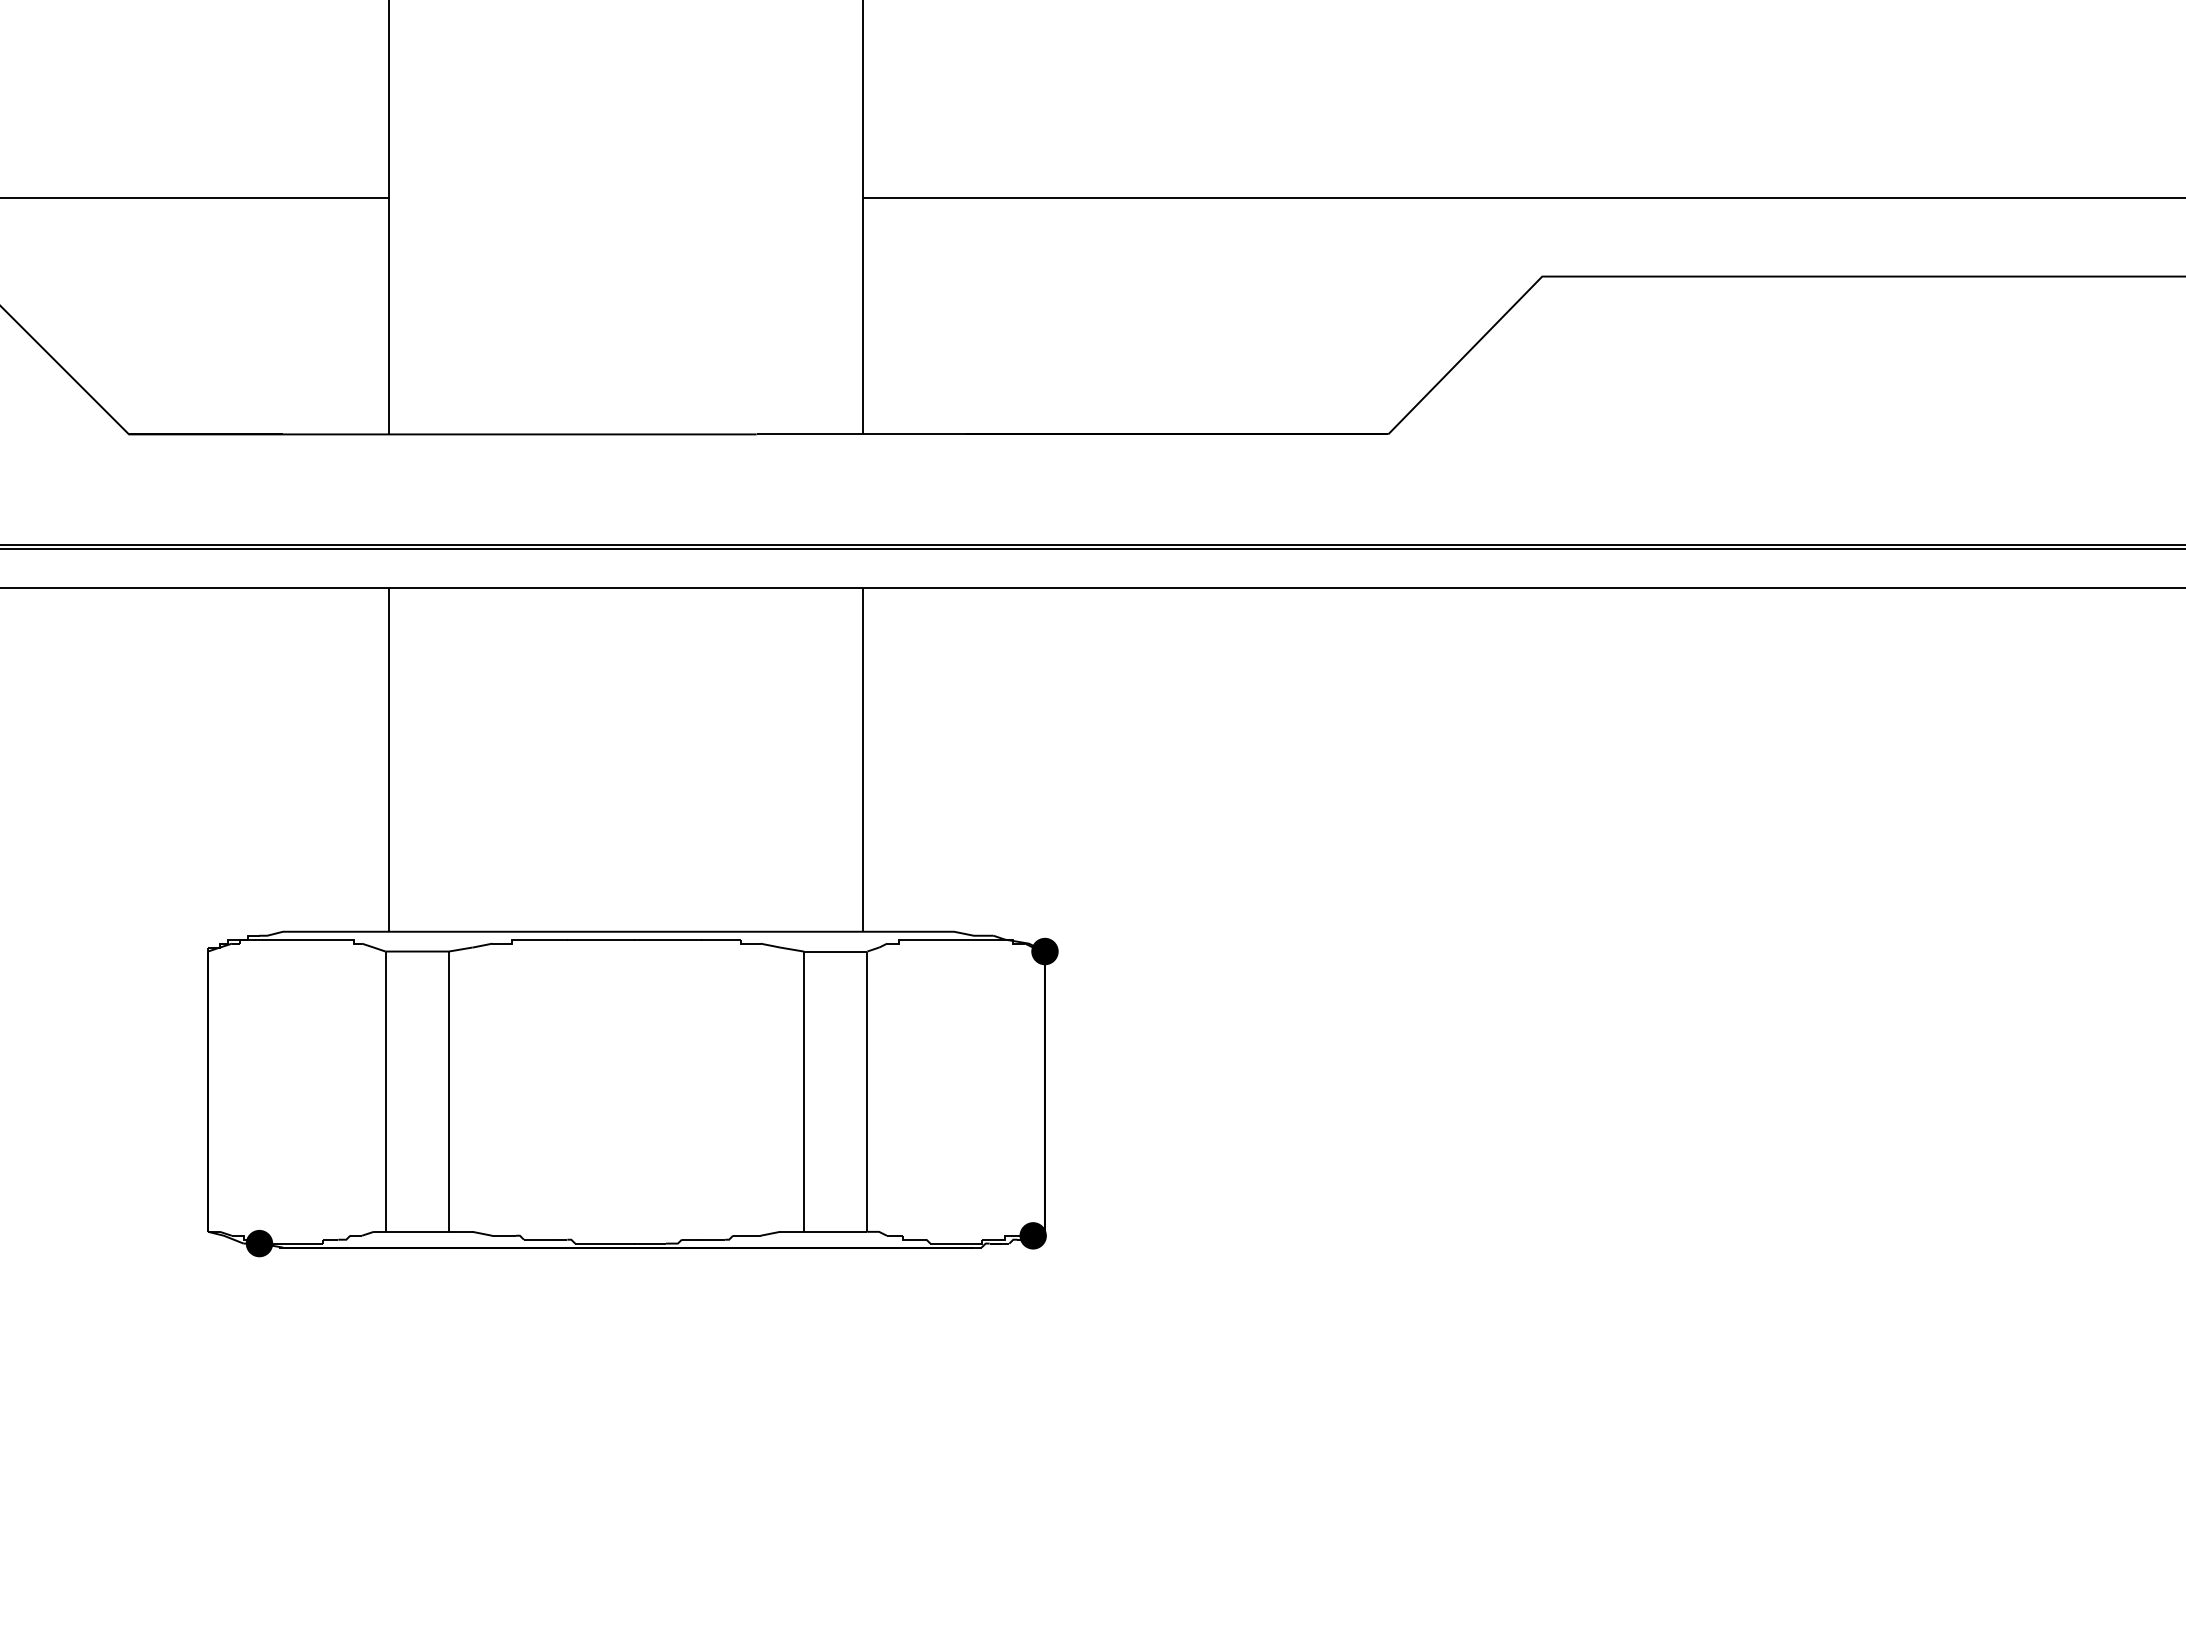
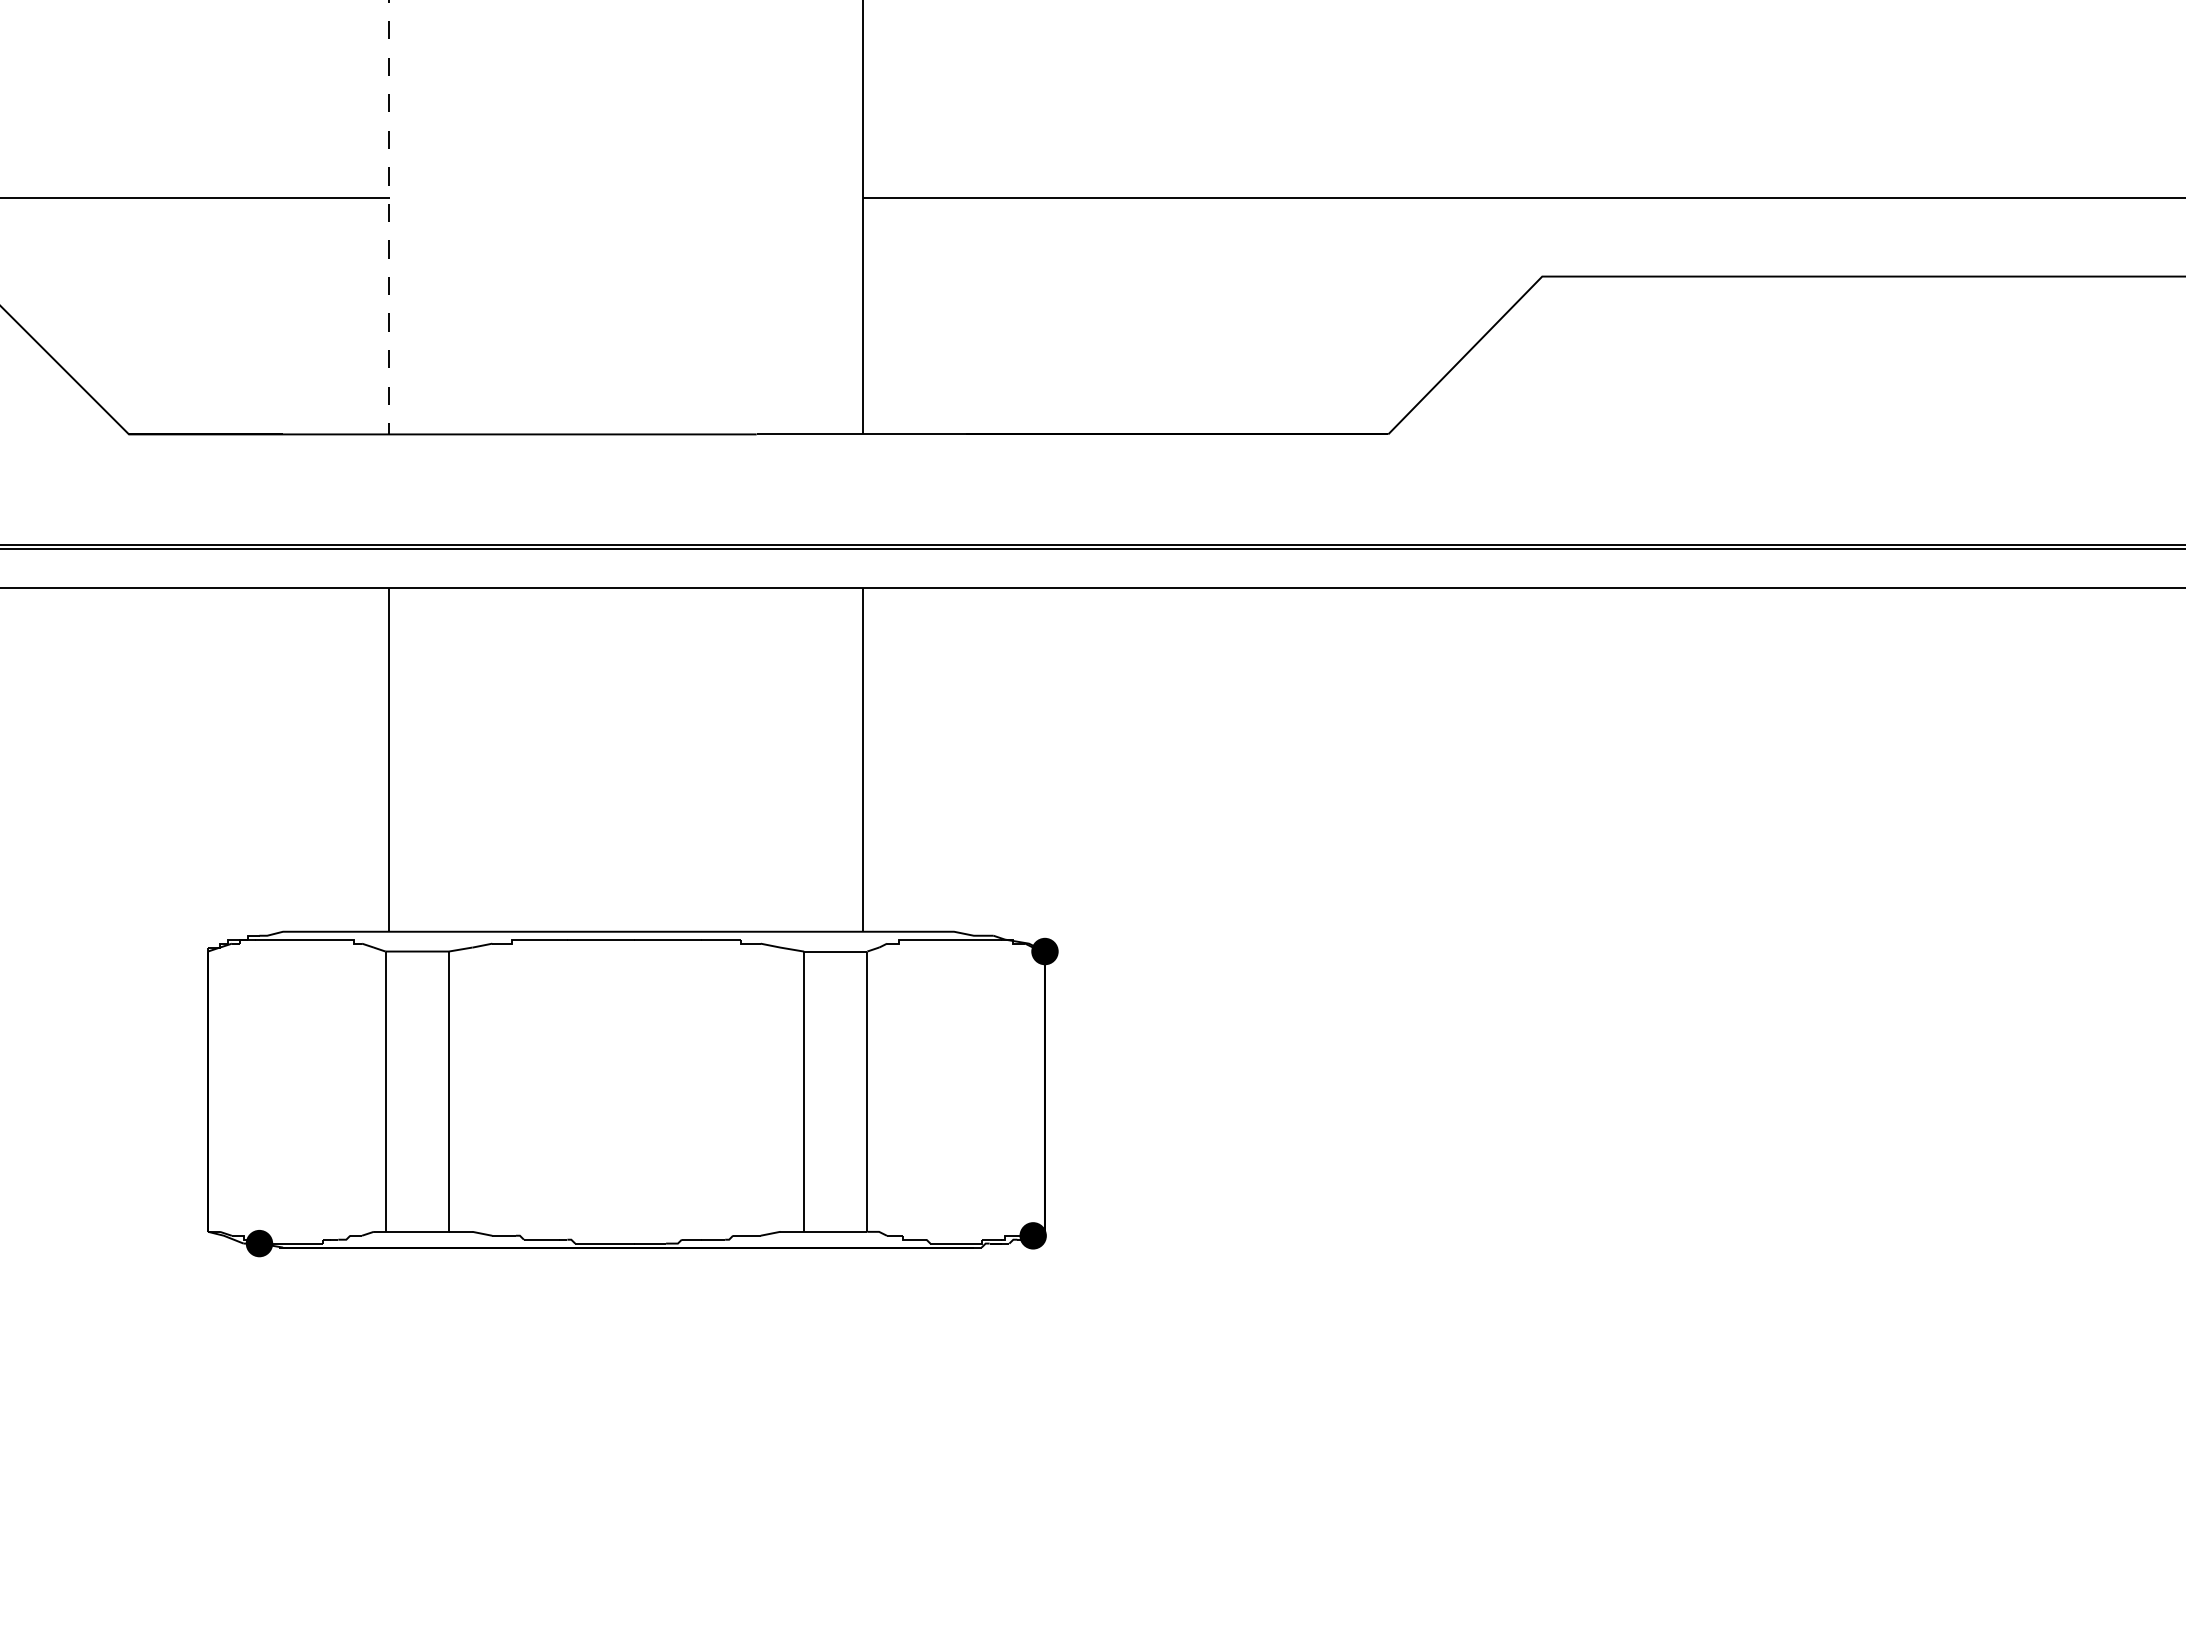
line at (389, 217): solid -> dashed
